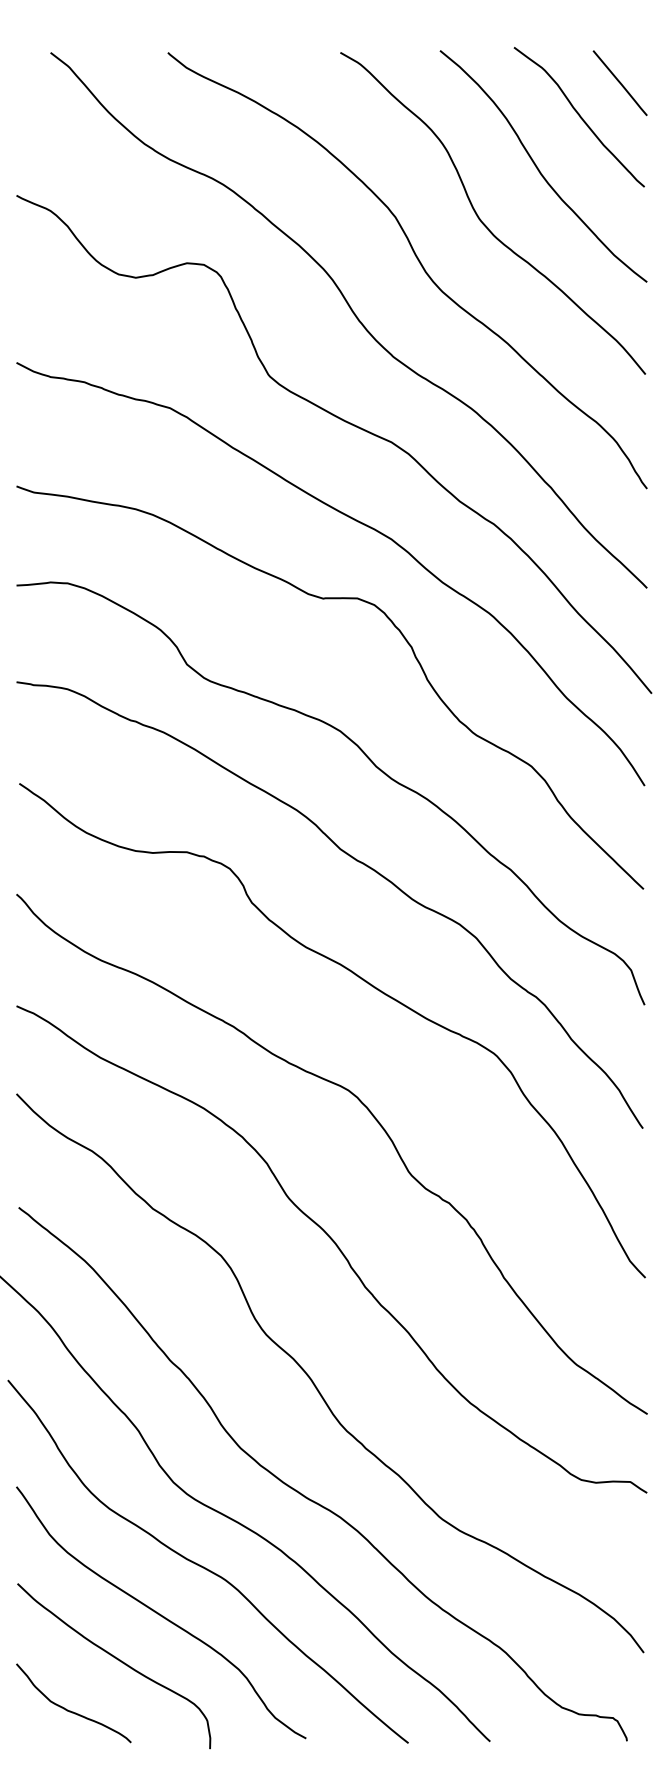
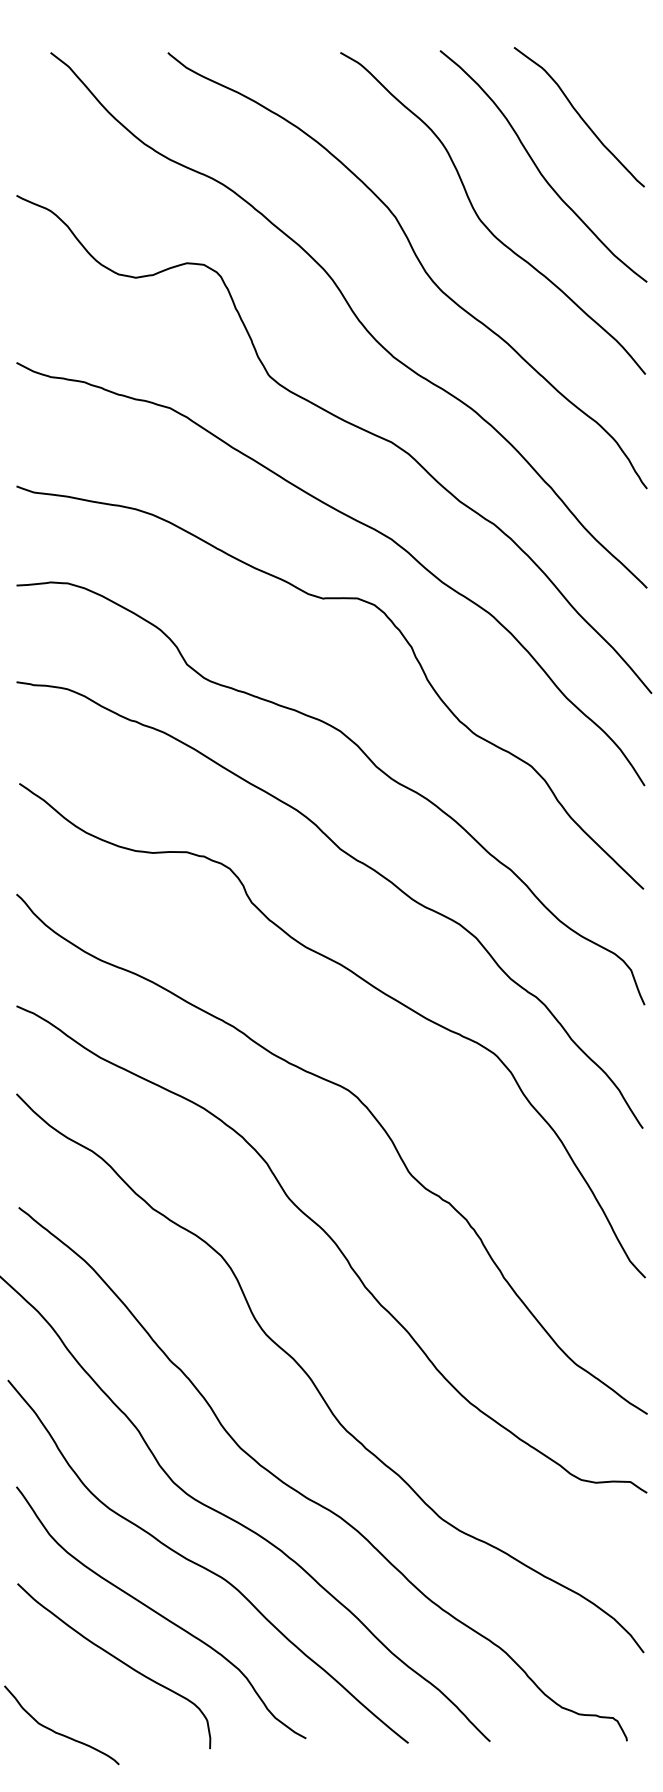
line at (619, 83): present -> none
curve at (70, 1710) position: (70, 1710) -> (58, 1732)
